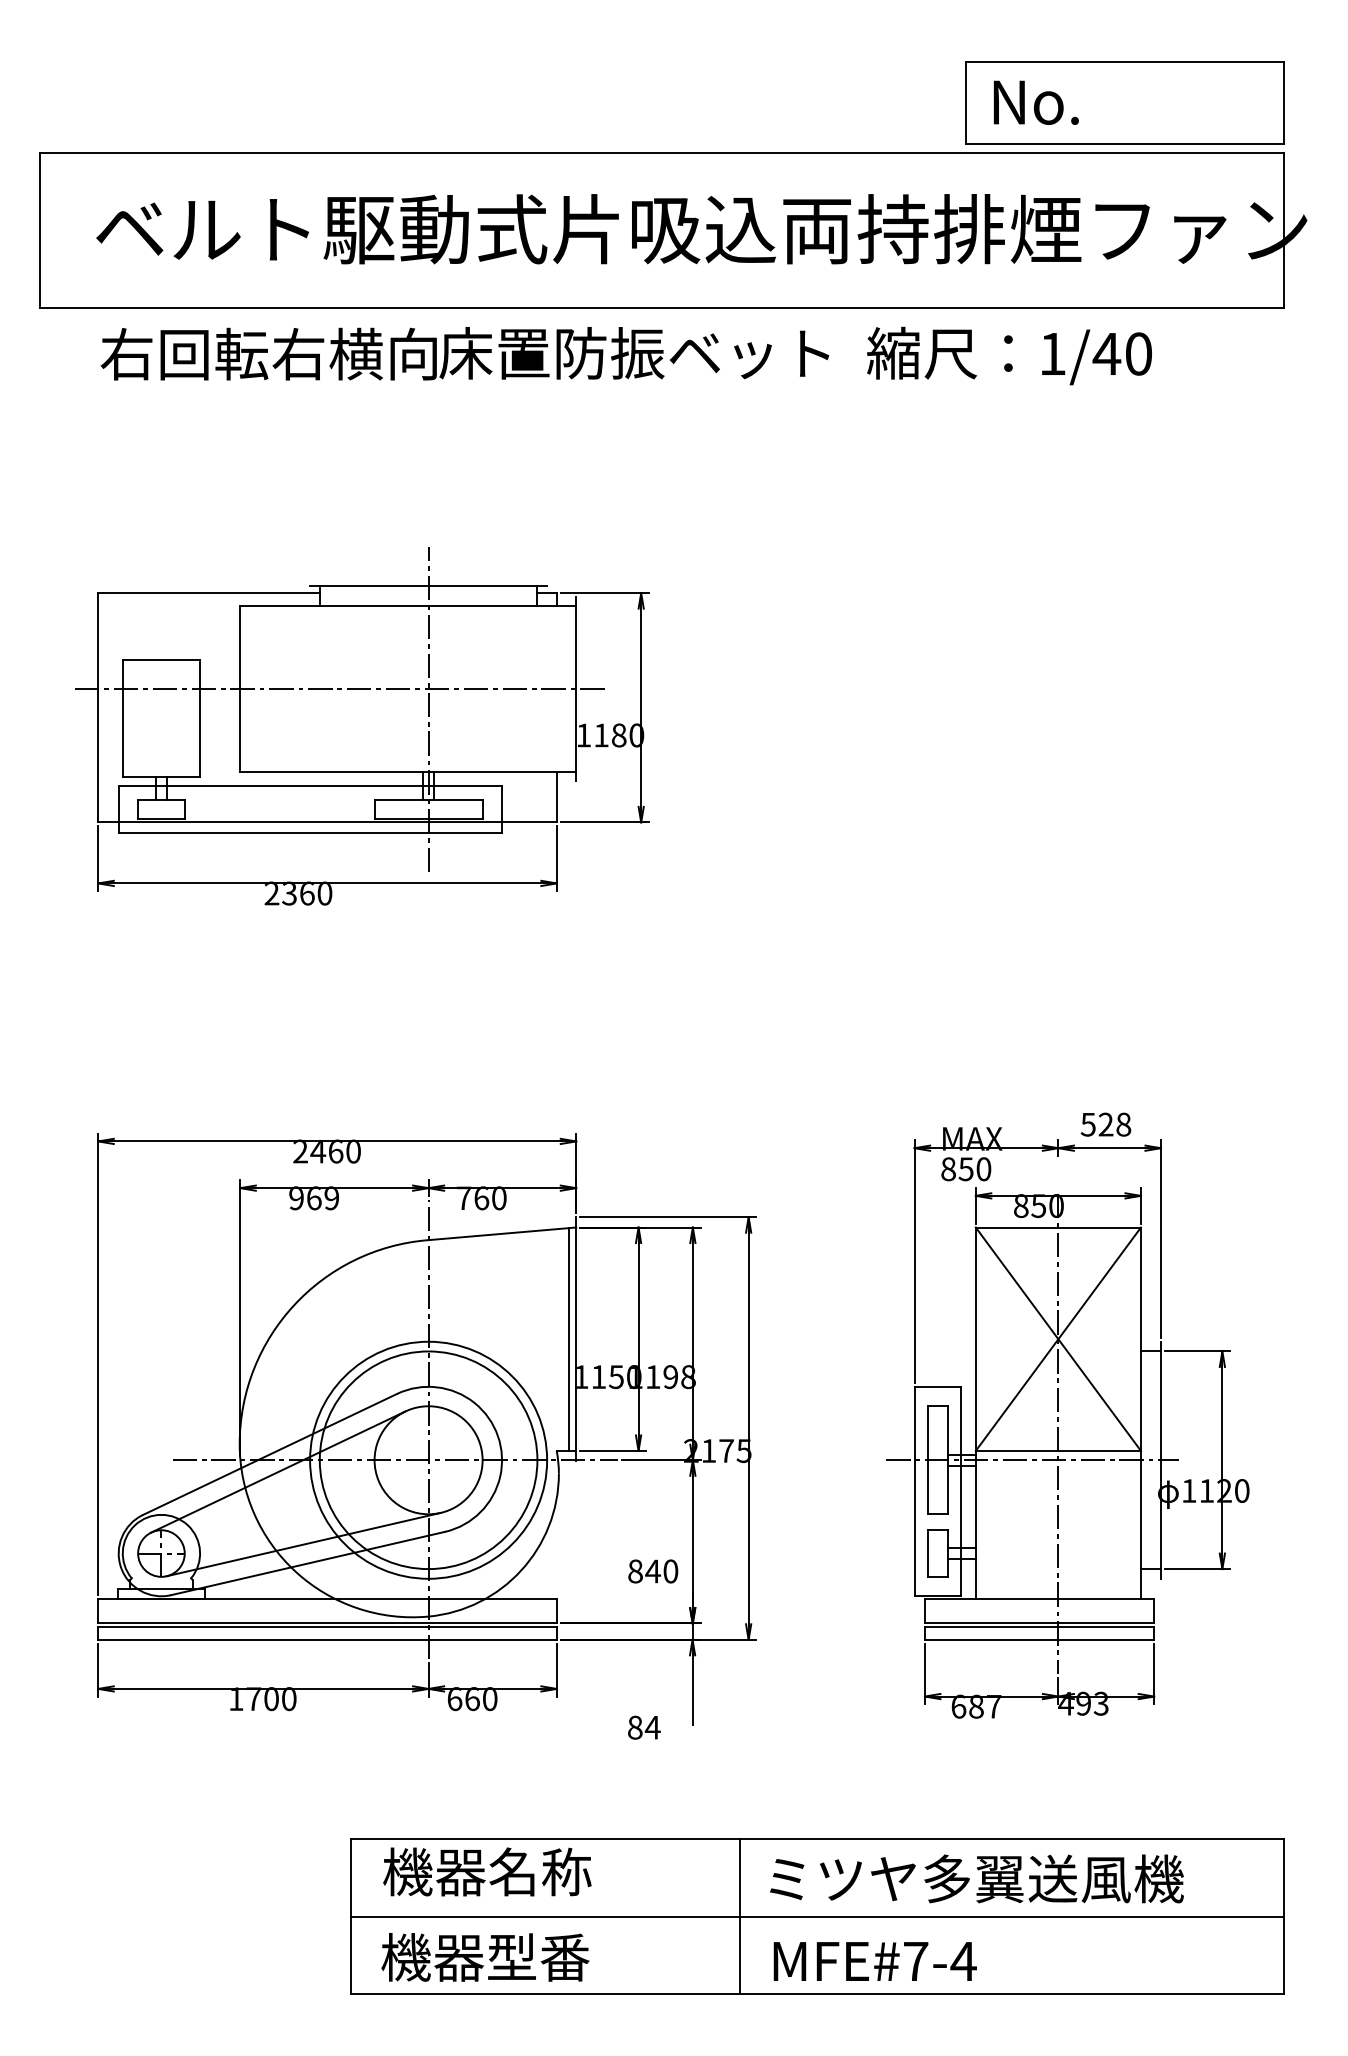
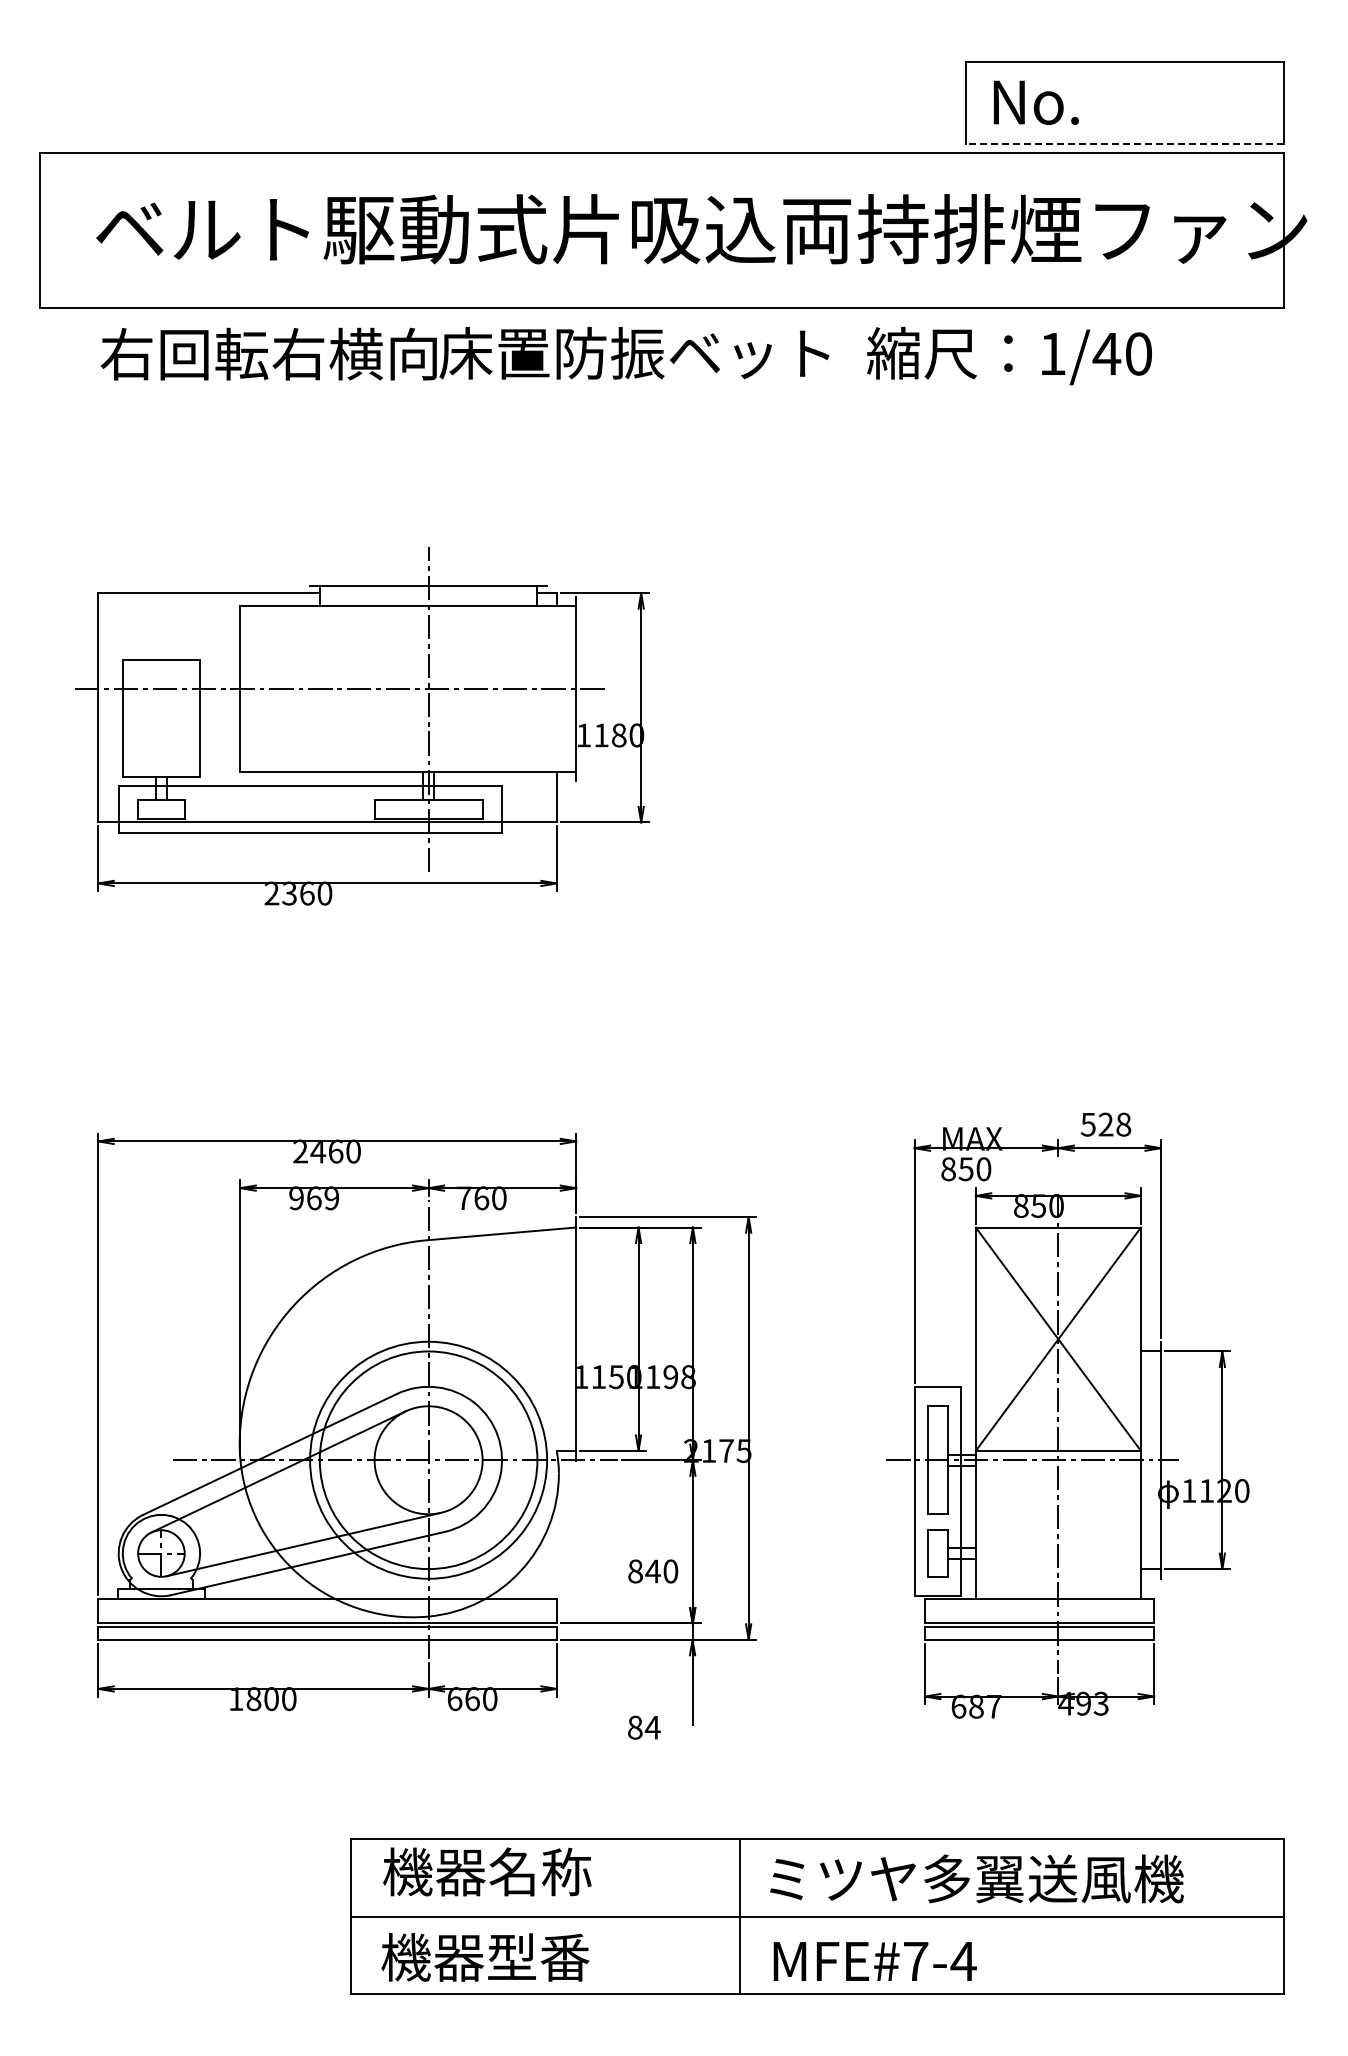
line at (1124, 143): solid -> dashed
line at (568, 1339): present -> none
text at (253, 1699): 1700 -> 1800
